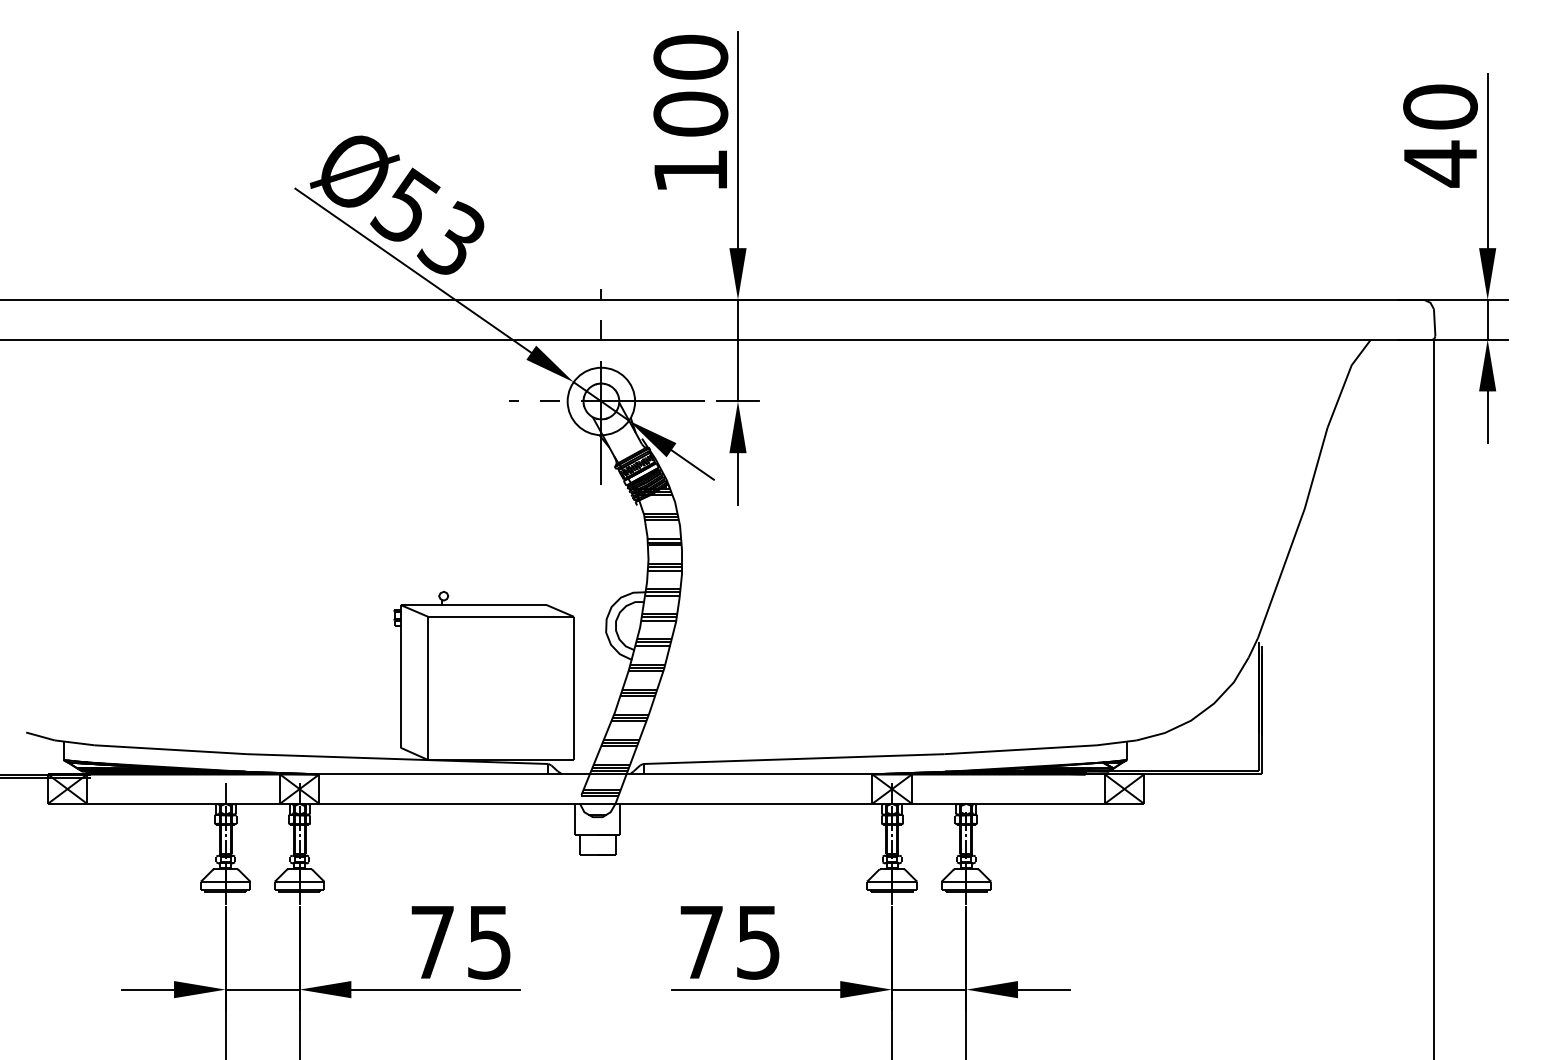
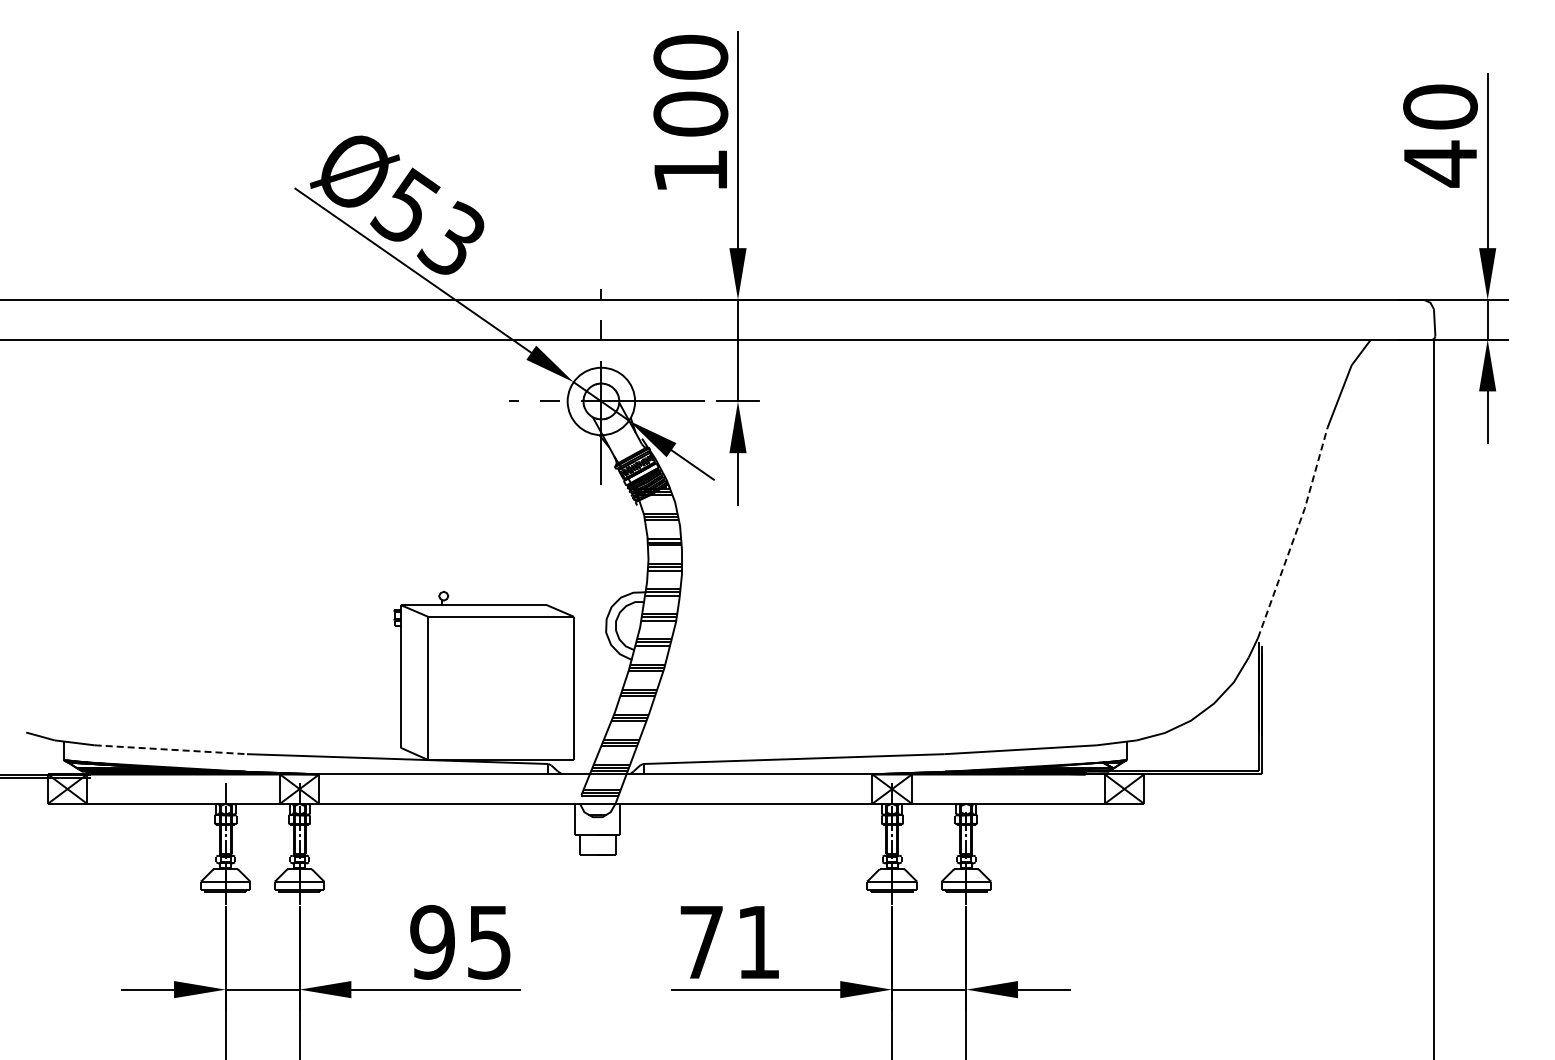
line at (1296, 532): solid -> dashed
line at (171, 749): solid -> dashed
text at (432, 942): 75 -> 95
text at (758, 942): 75 -> 71
